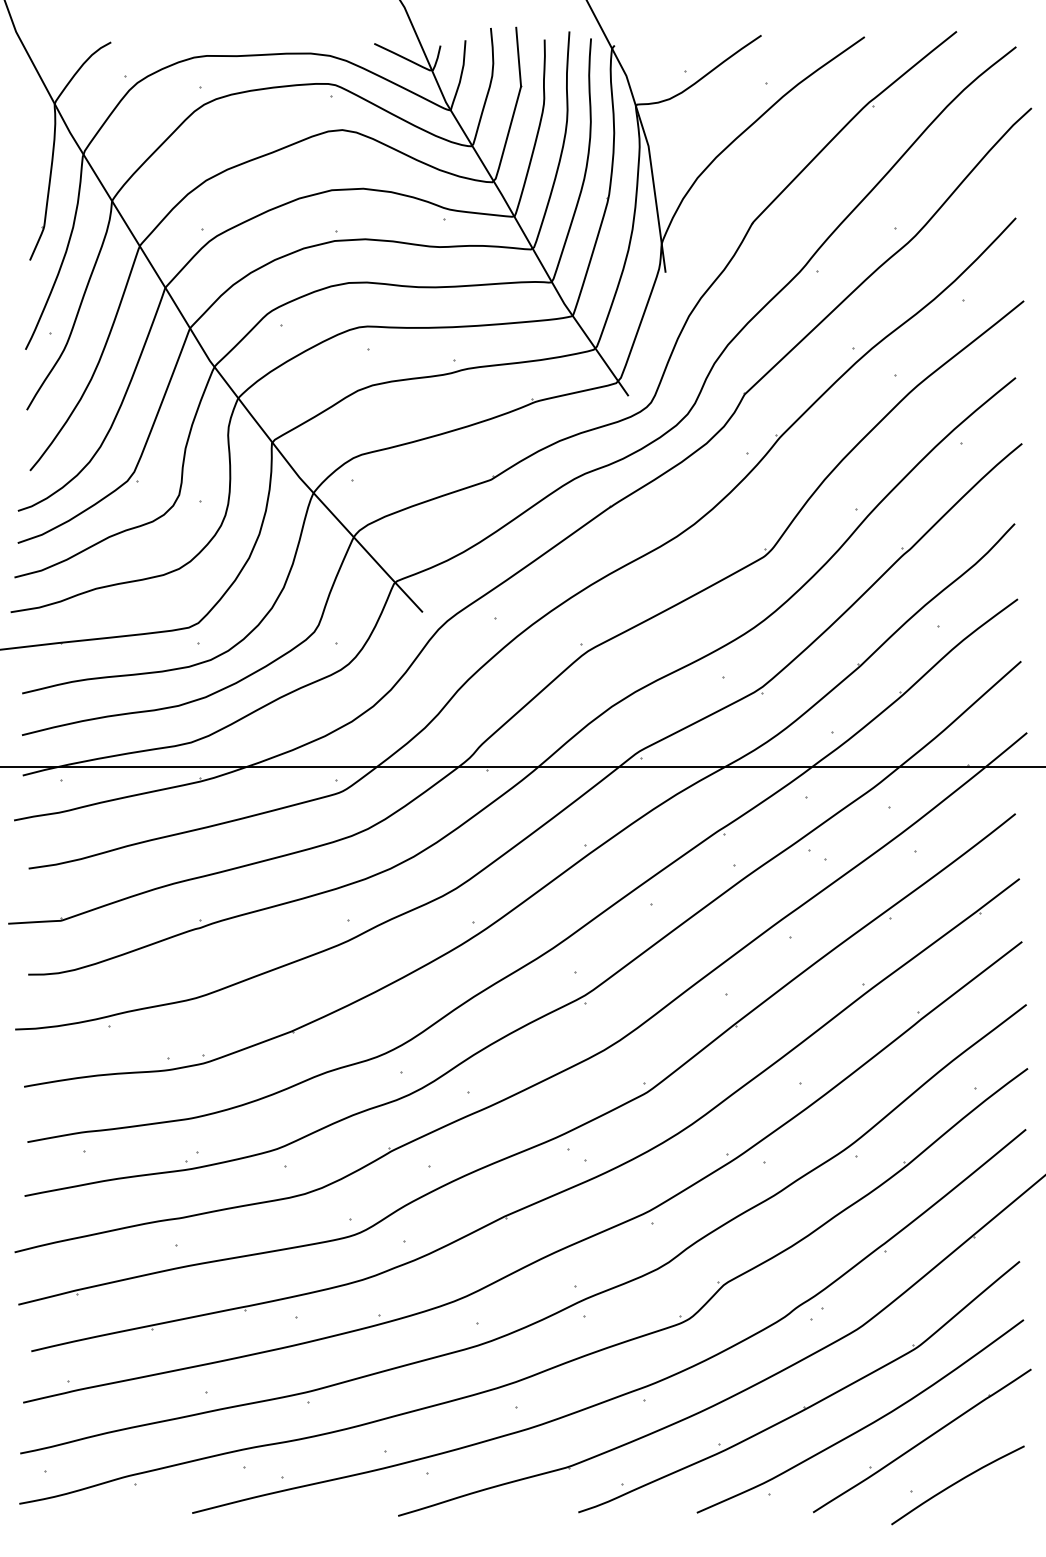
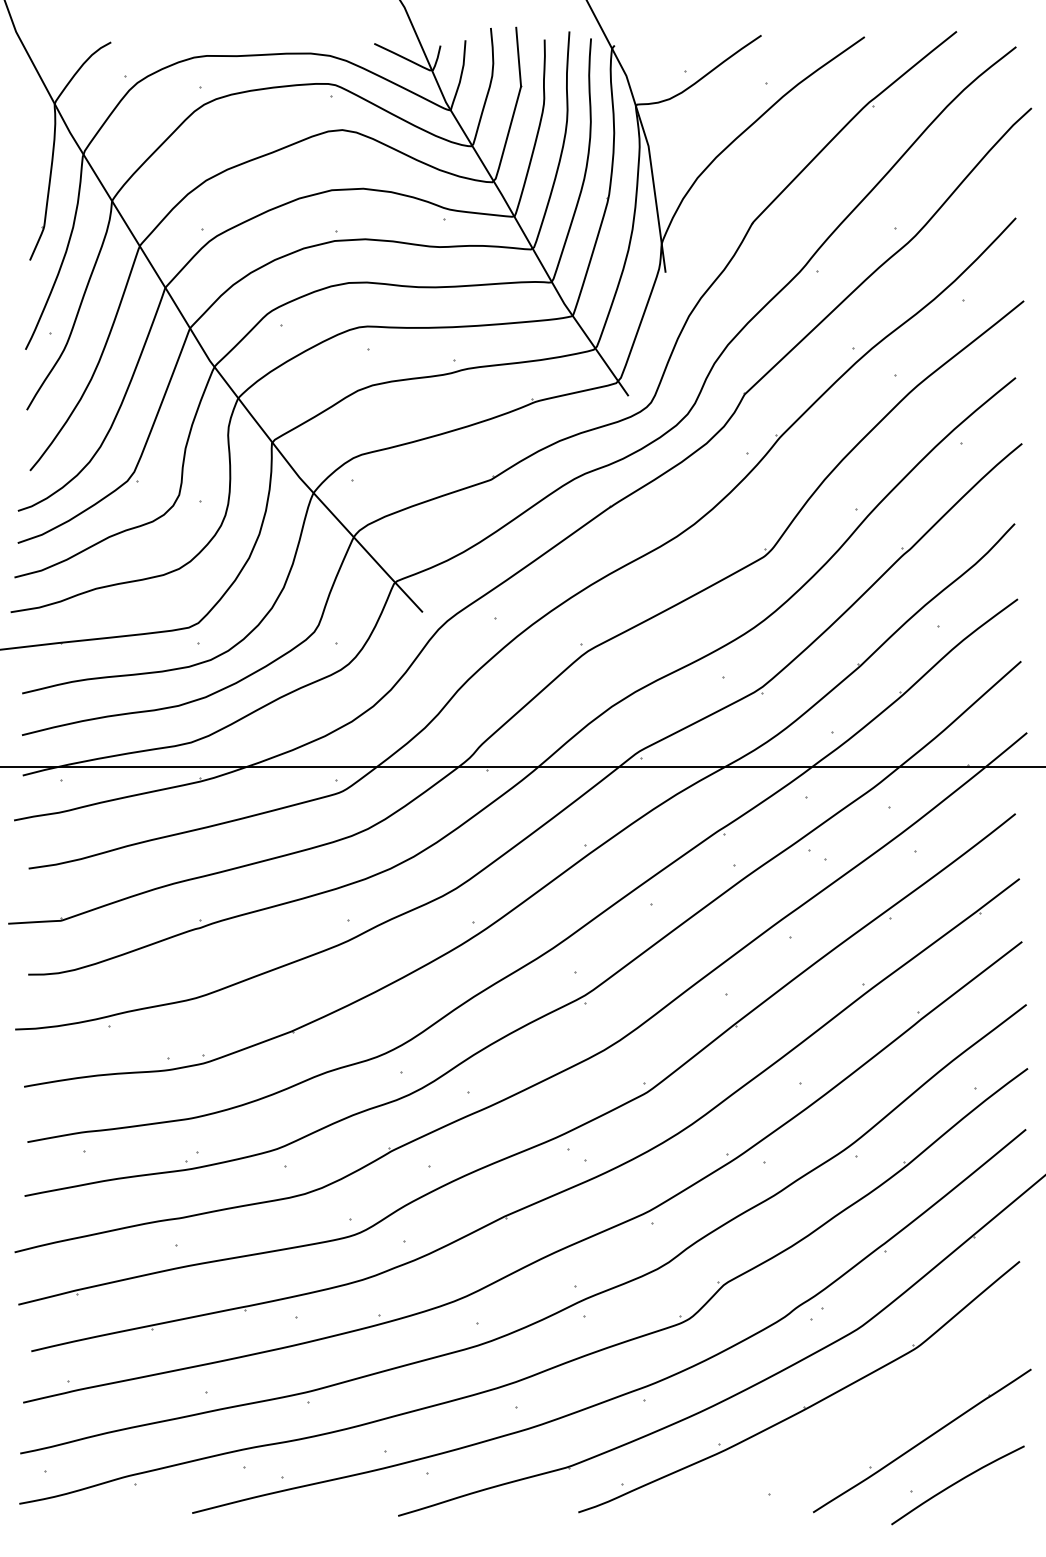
curve at (867, 1424): present -> none
